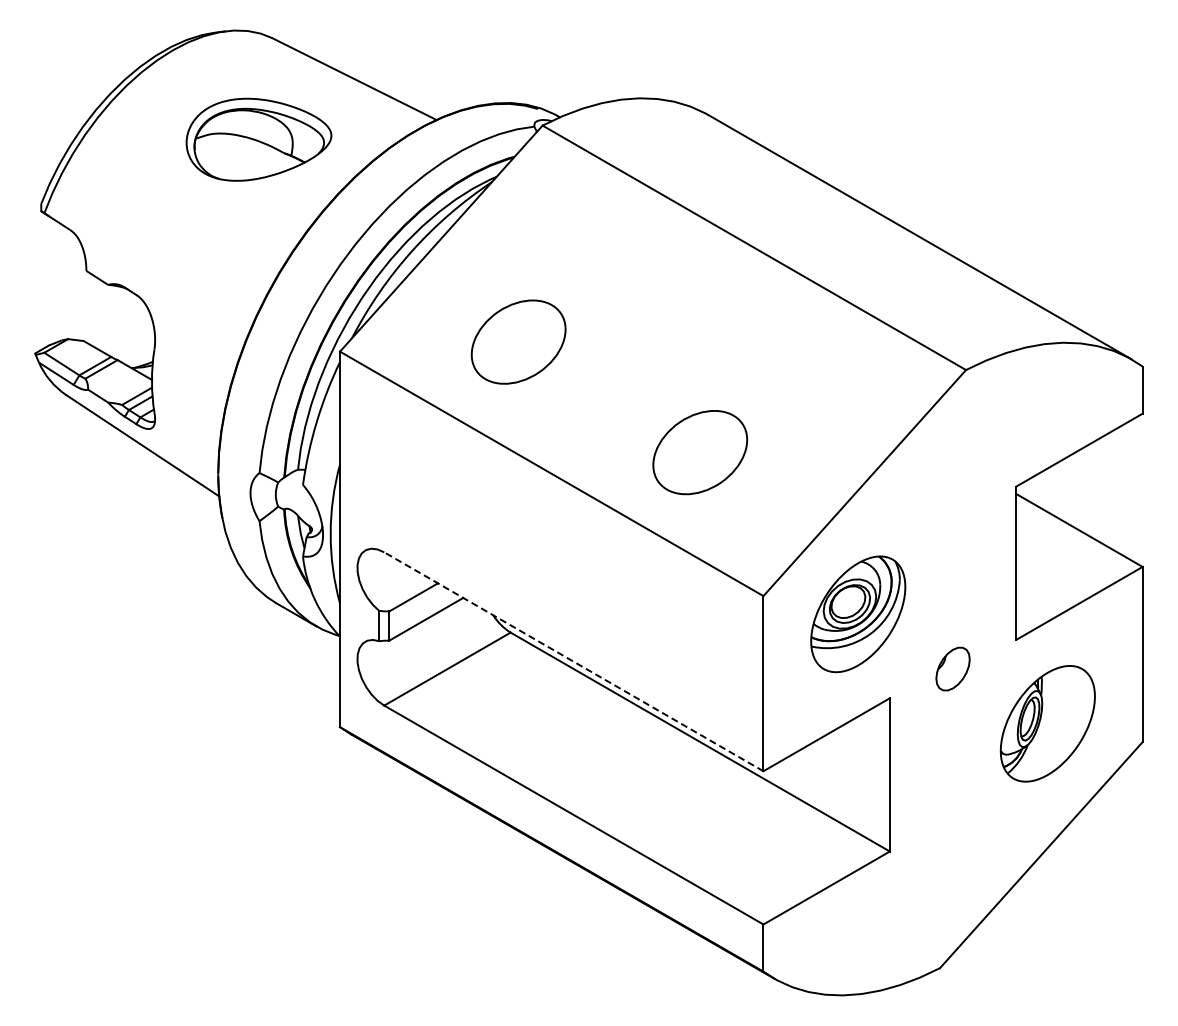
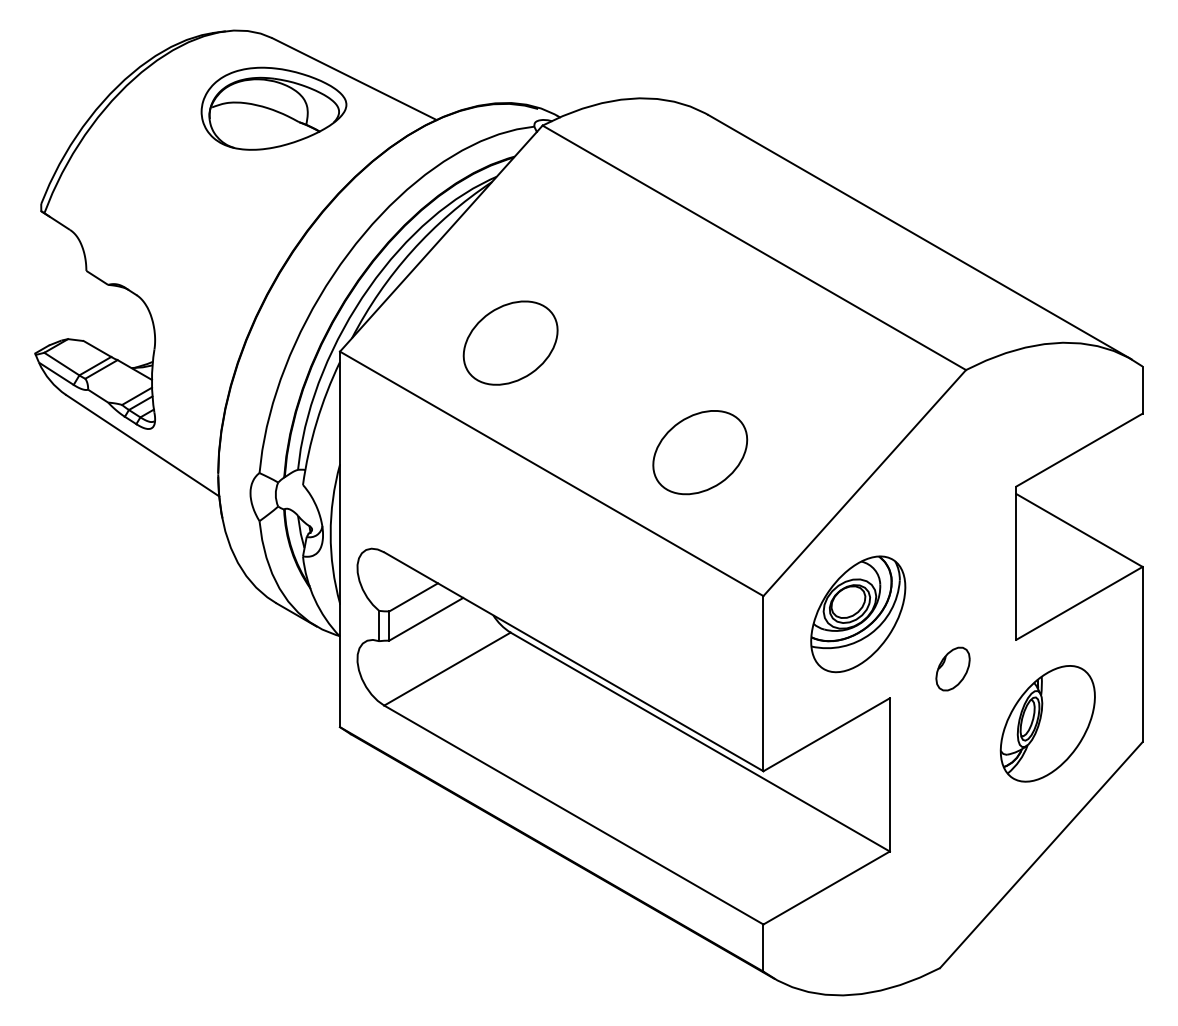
part at (258, 139) position: (258, 139) -> (273, 108)
part at (518, 341) position: (518, 341) -> (510, 342)
line at (573, 661): dashed -> solid
